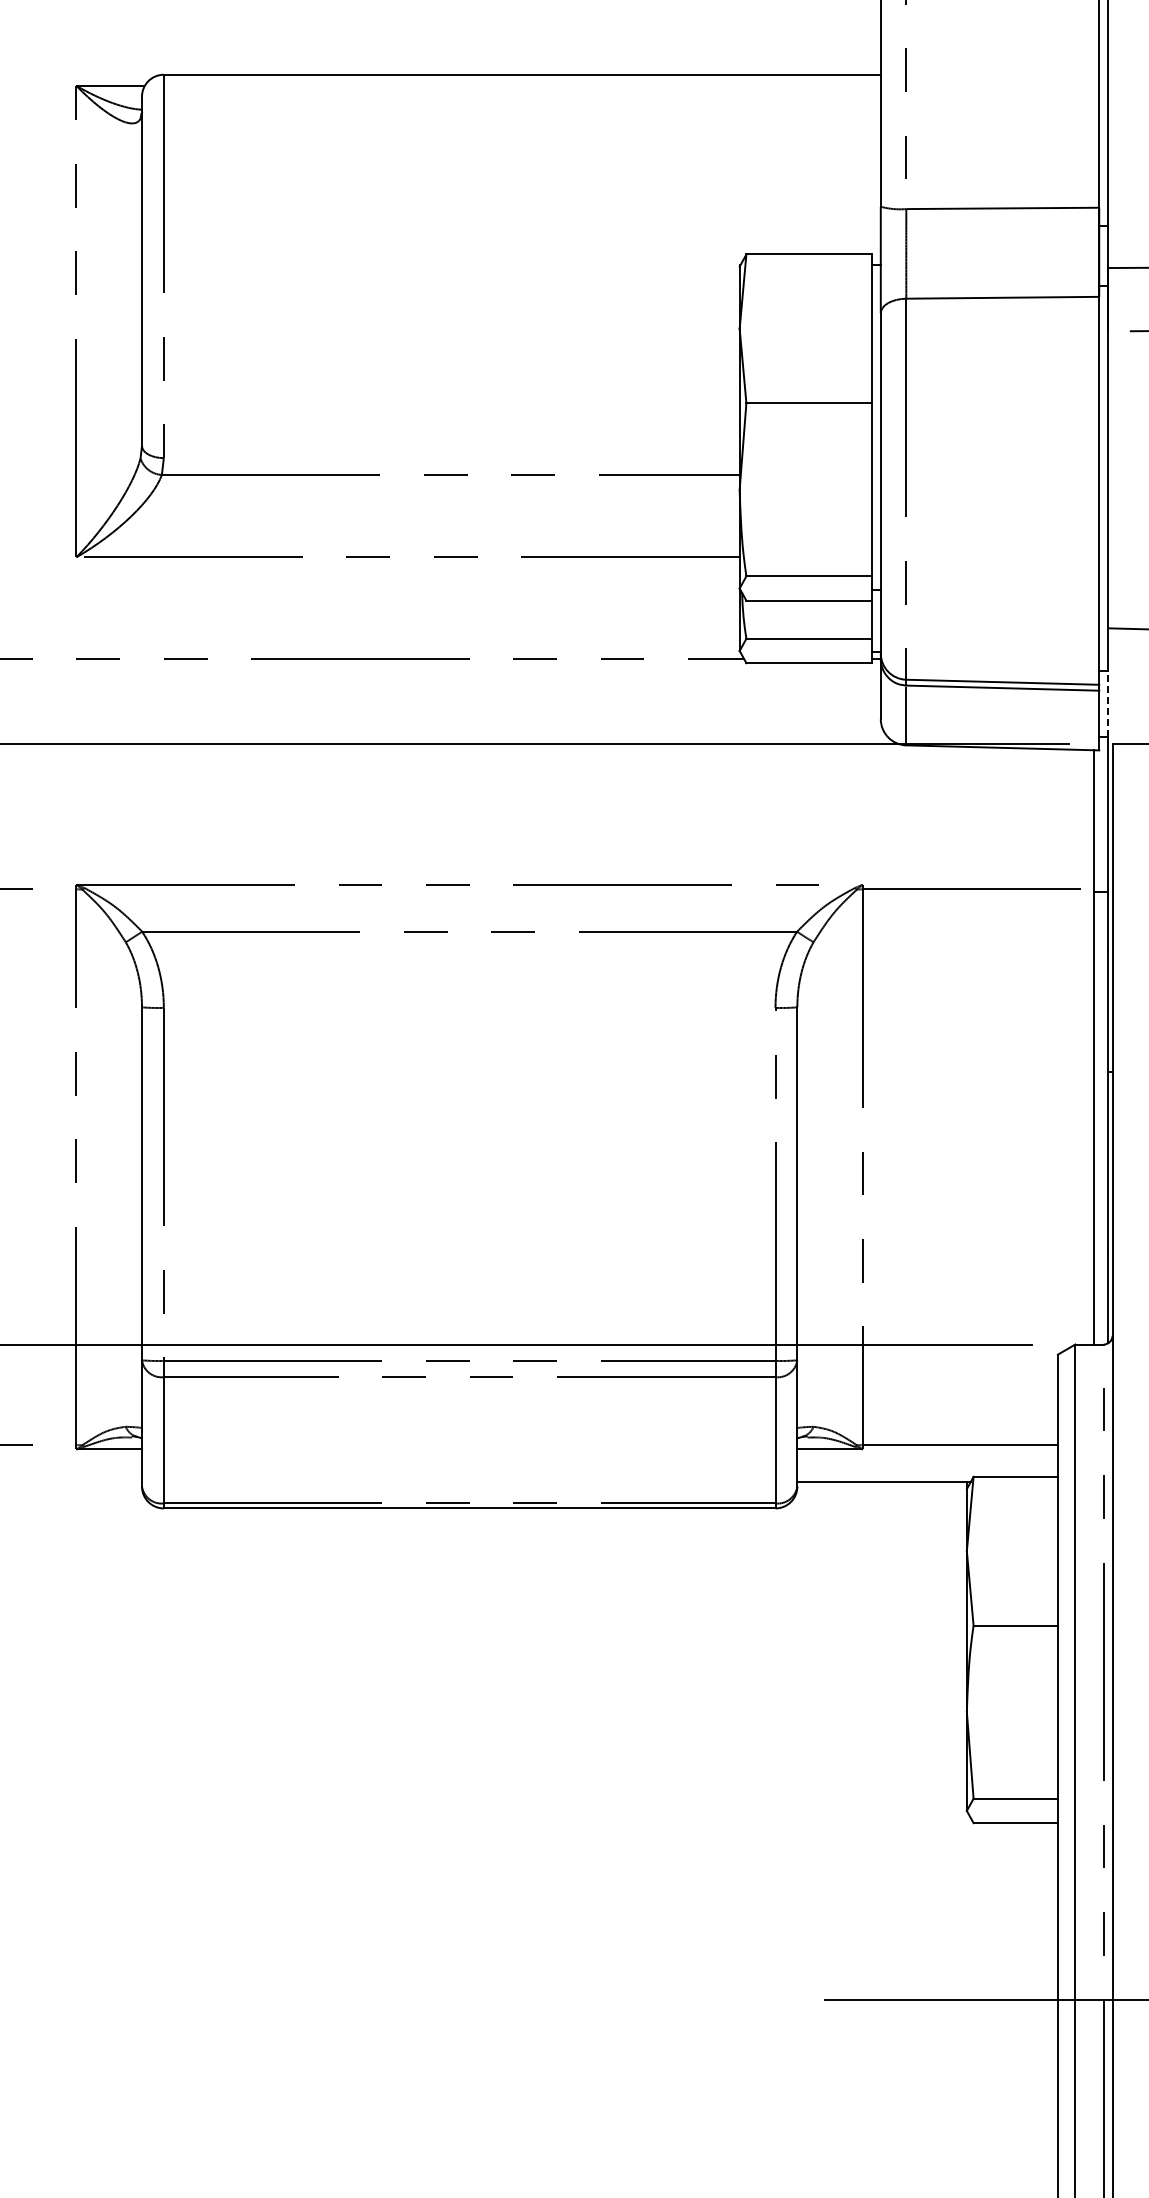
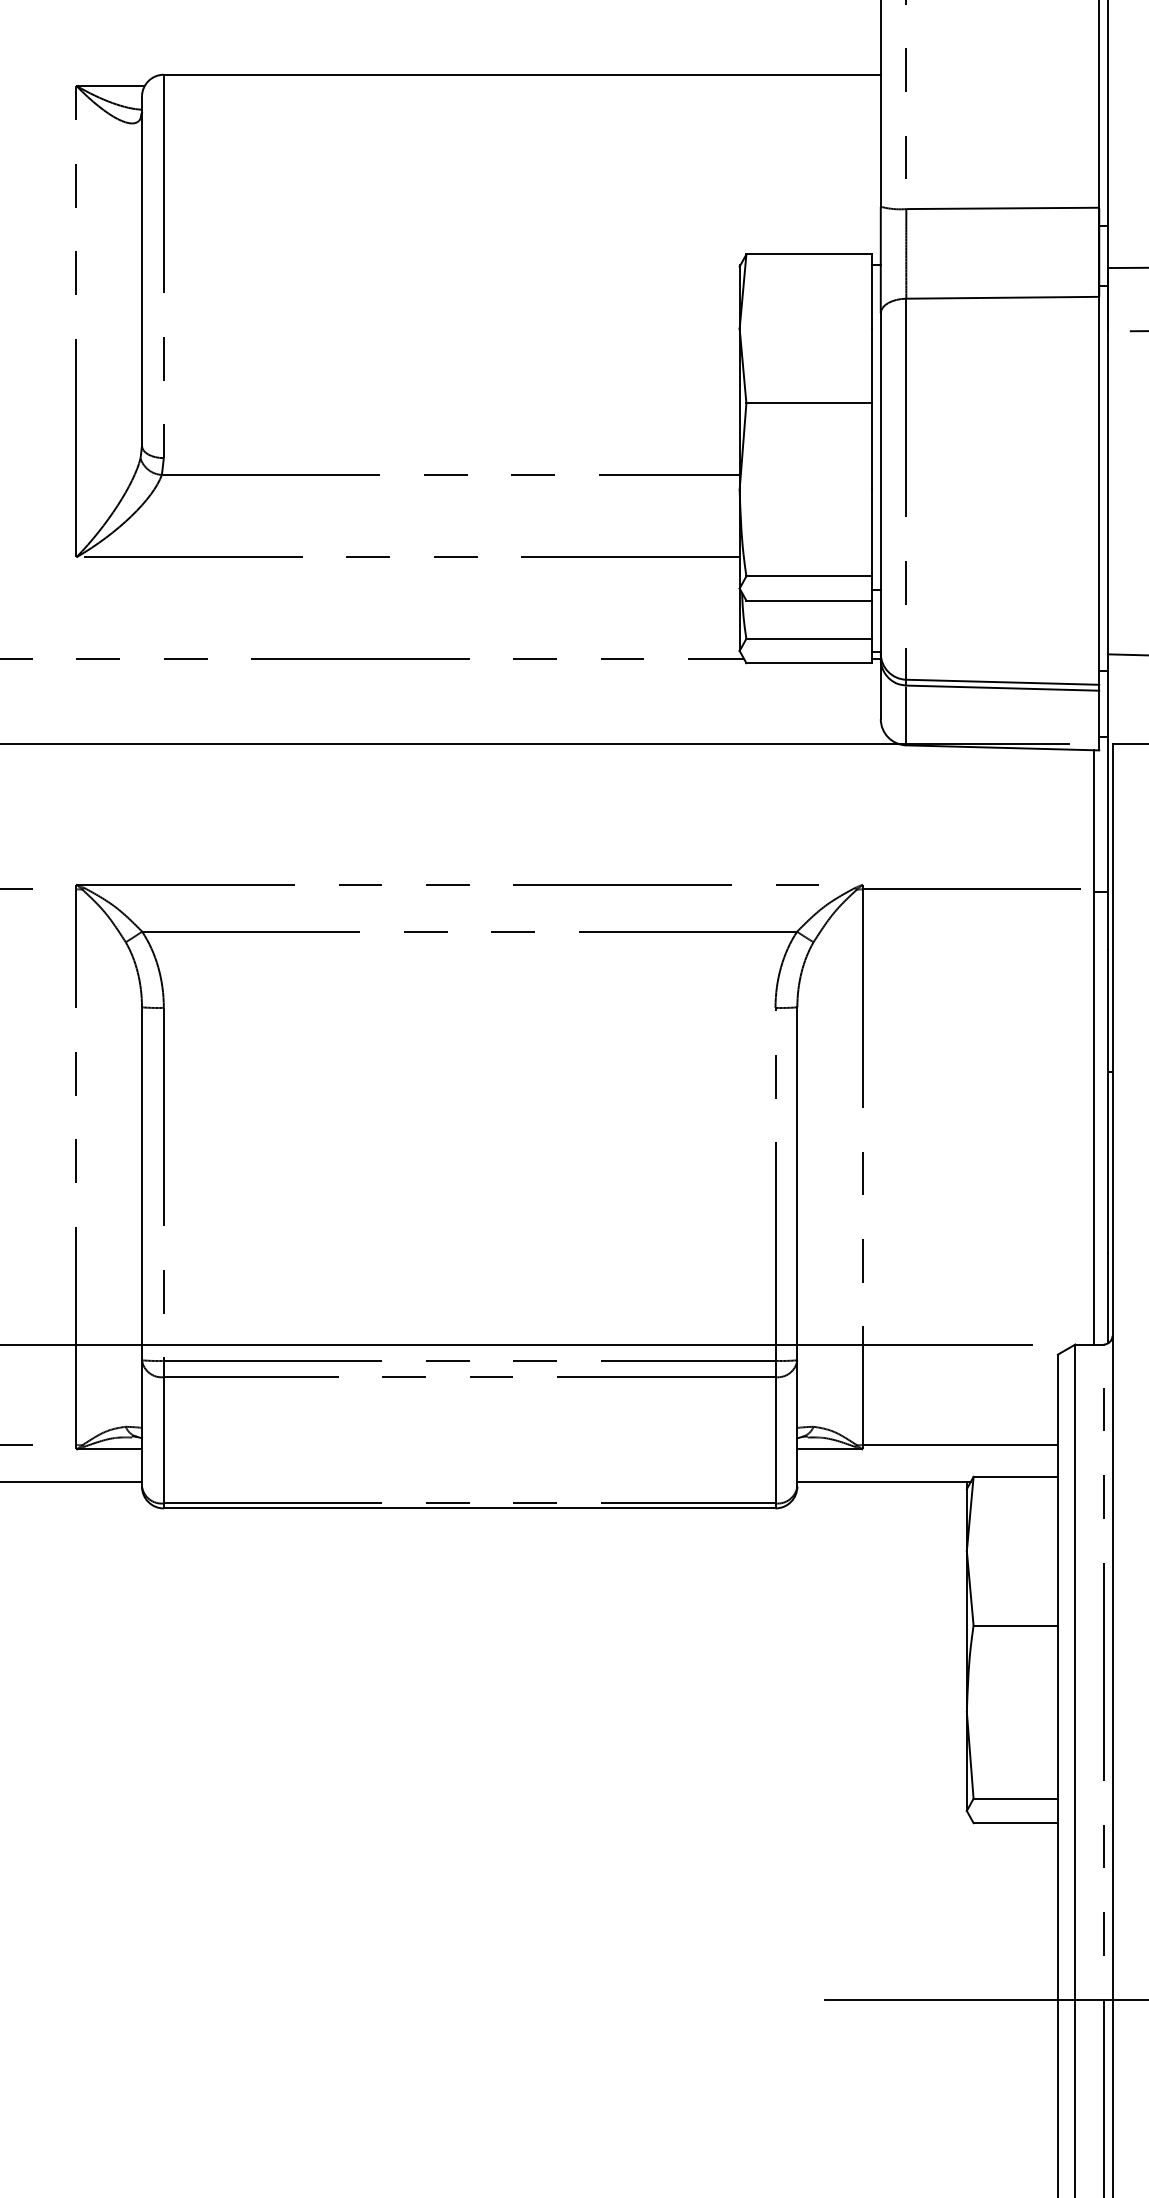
line at (1126, 628) position: (1126, 628) -> (1126, 654)
line at (1107, 703): dashed -> solid
line at (72, 1482): none -> present
